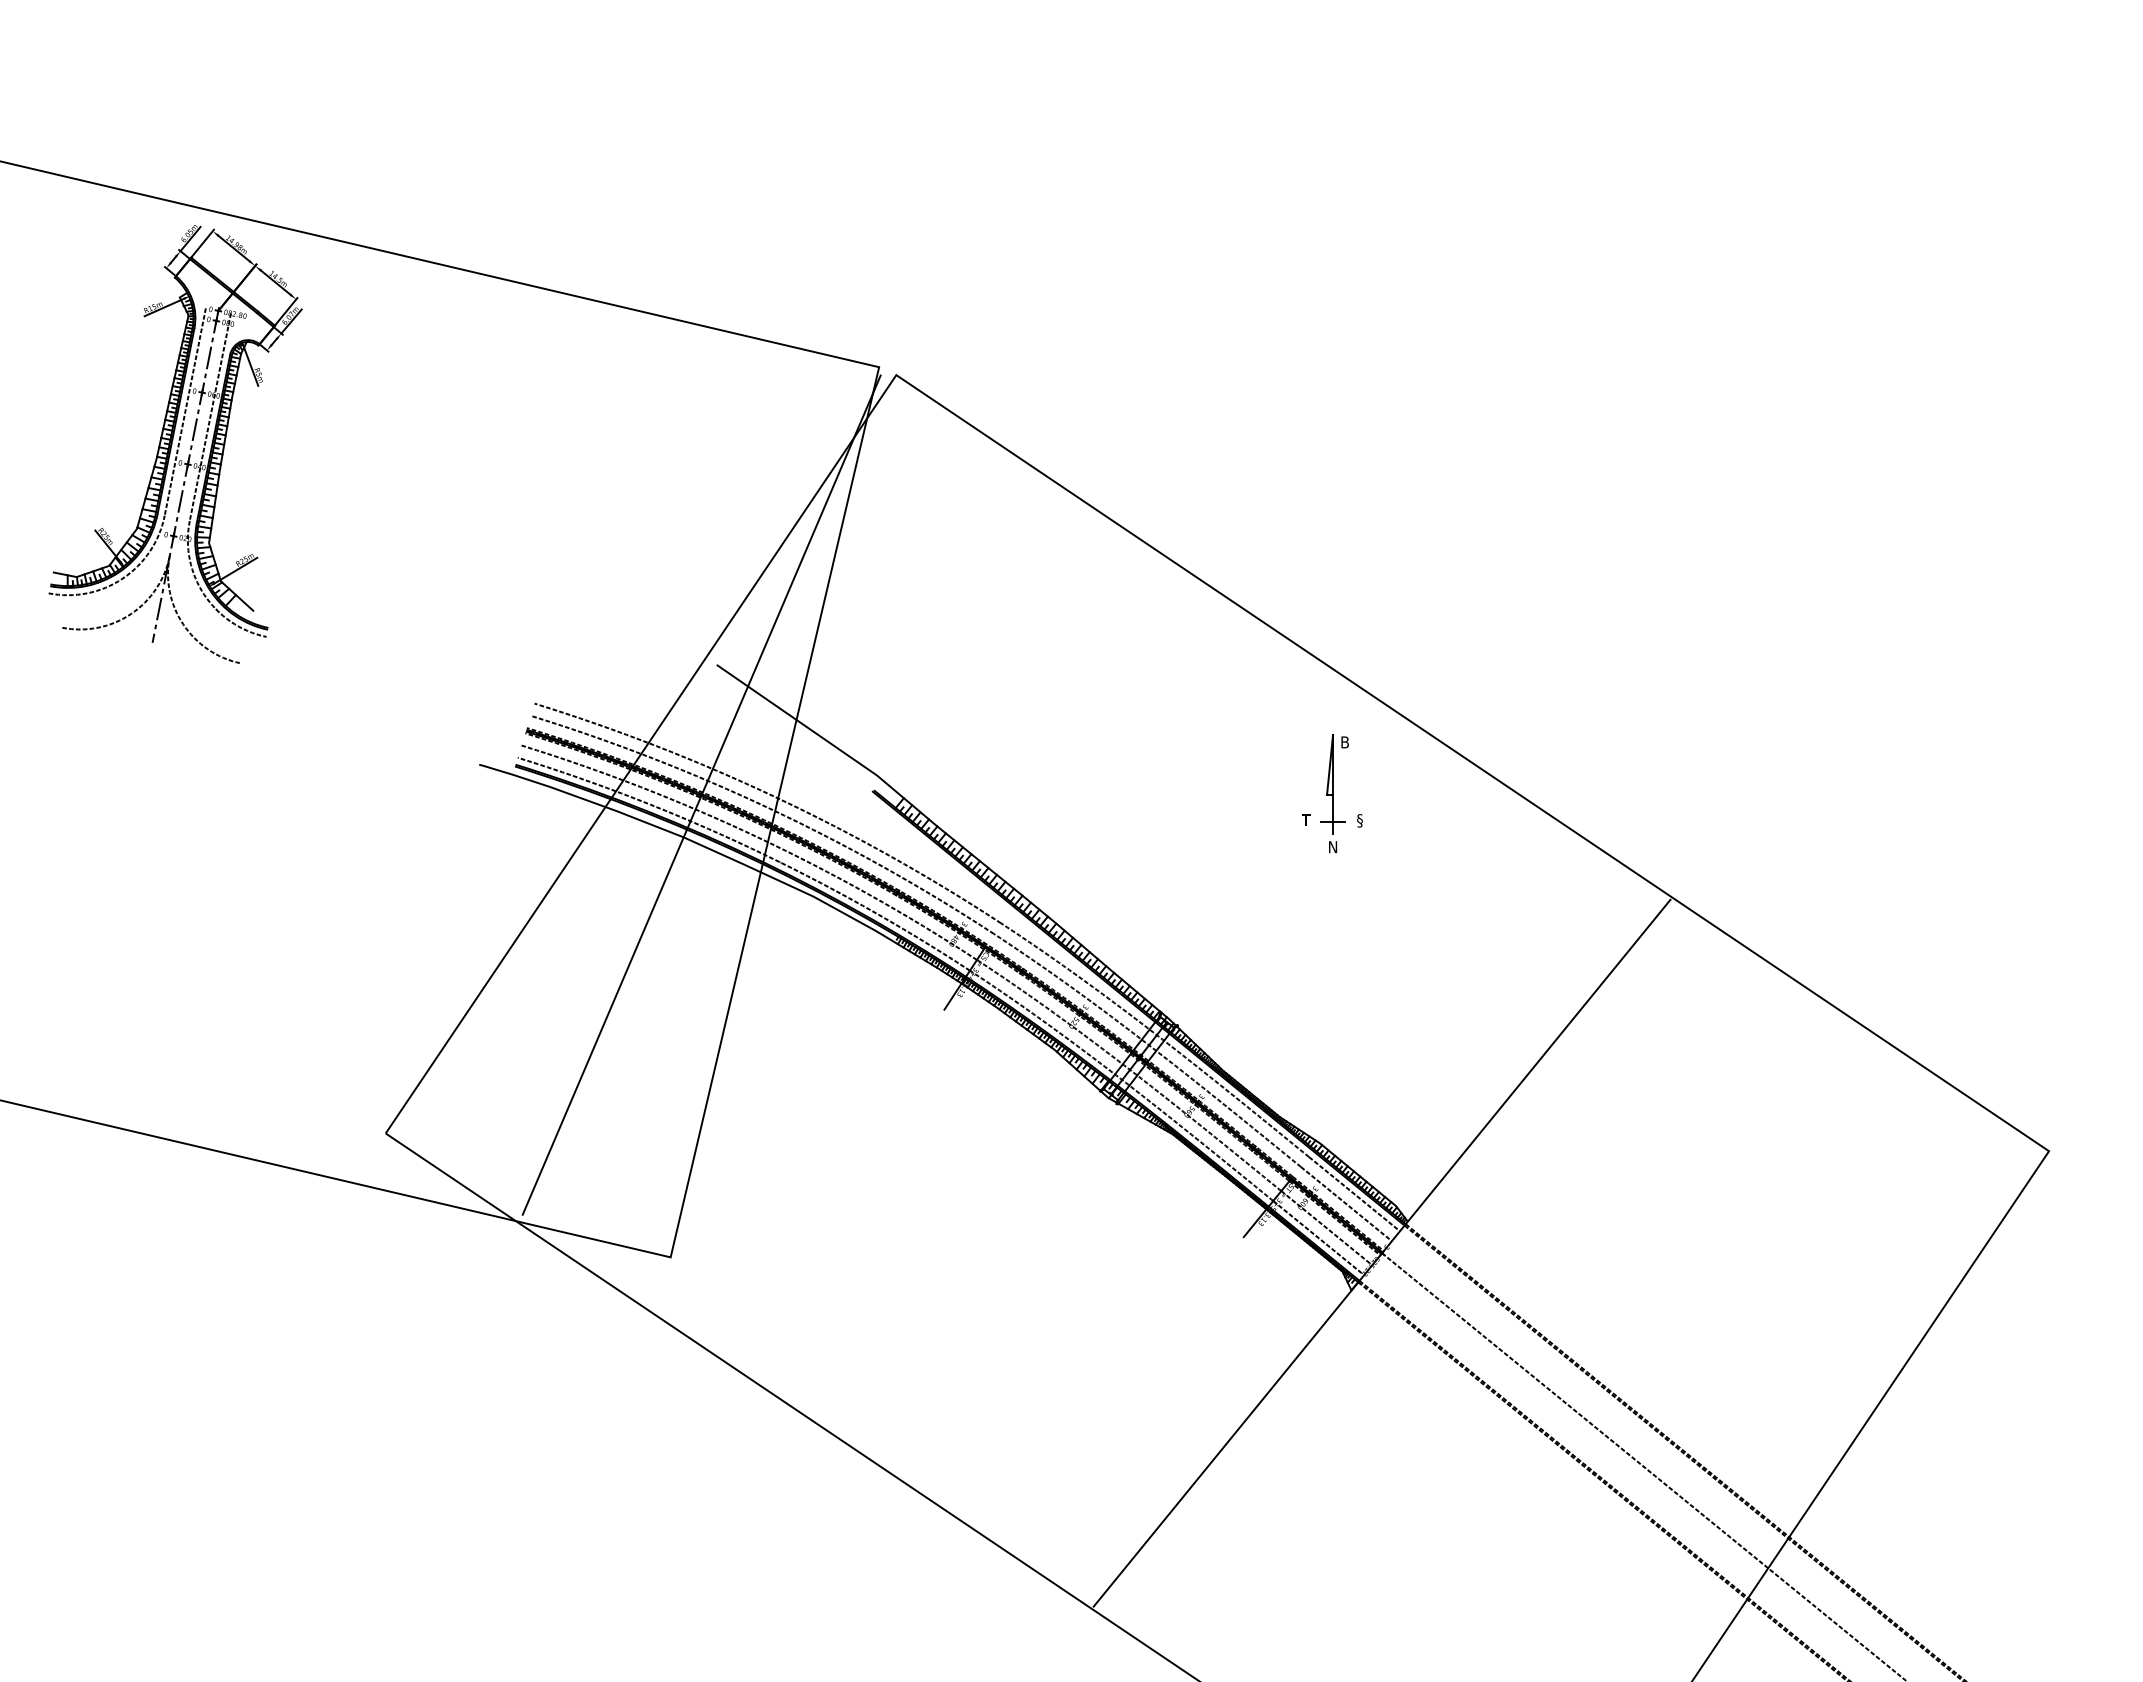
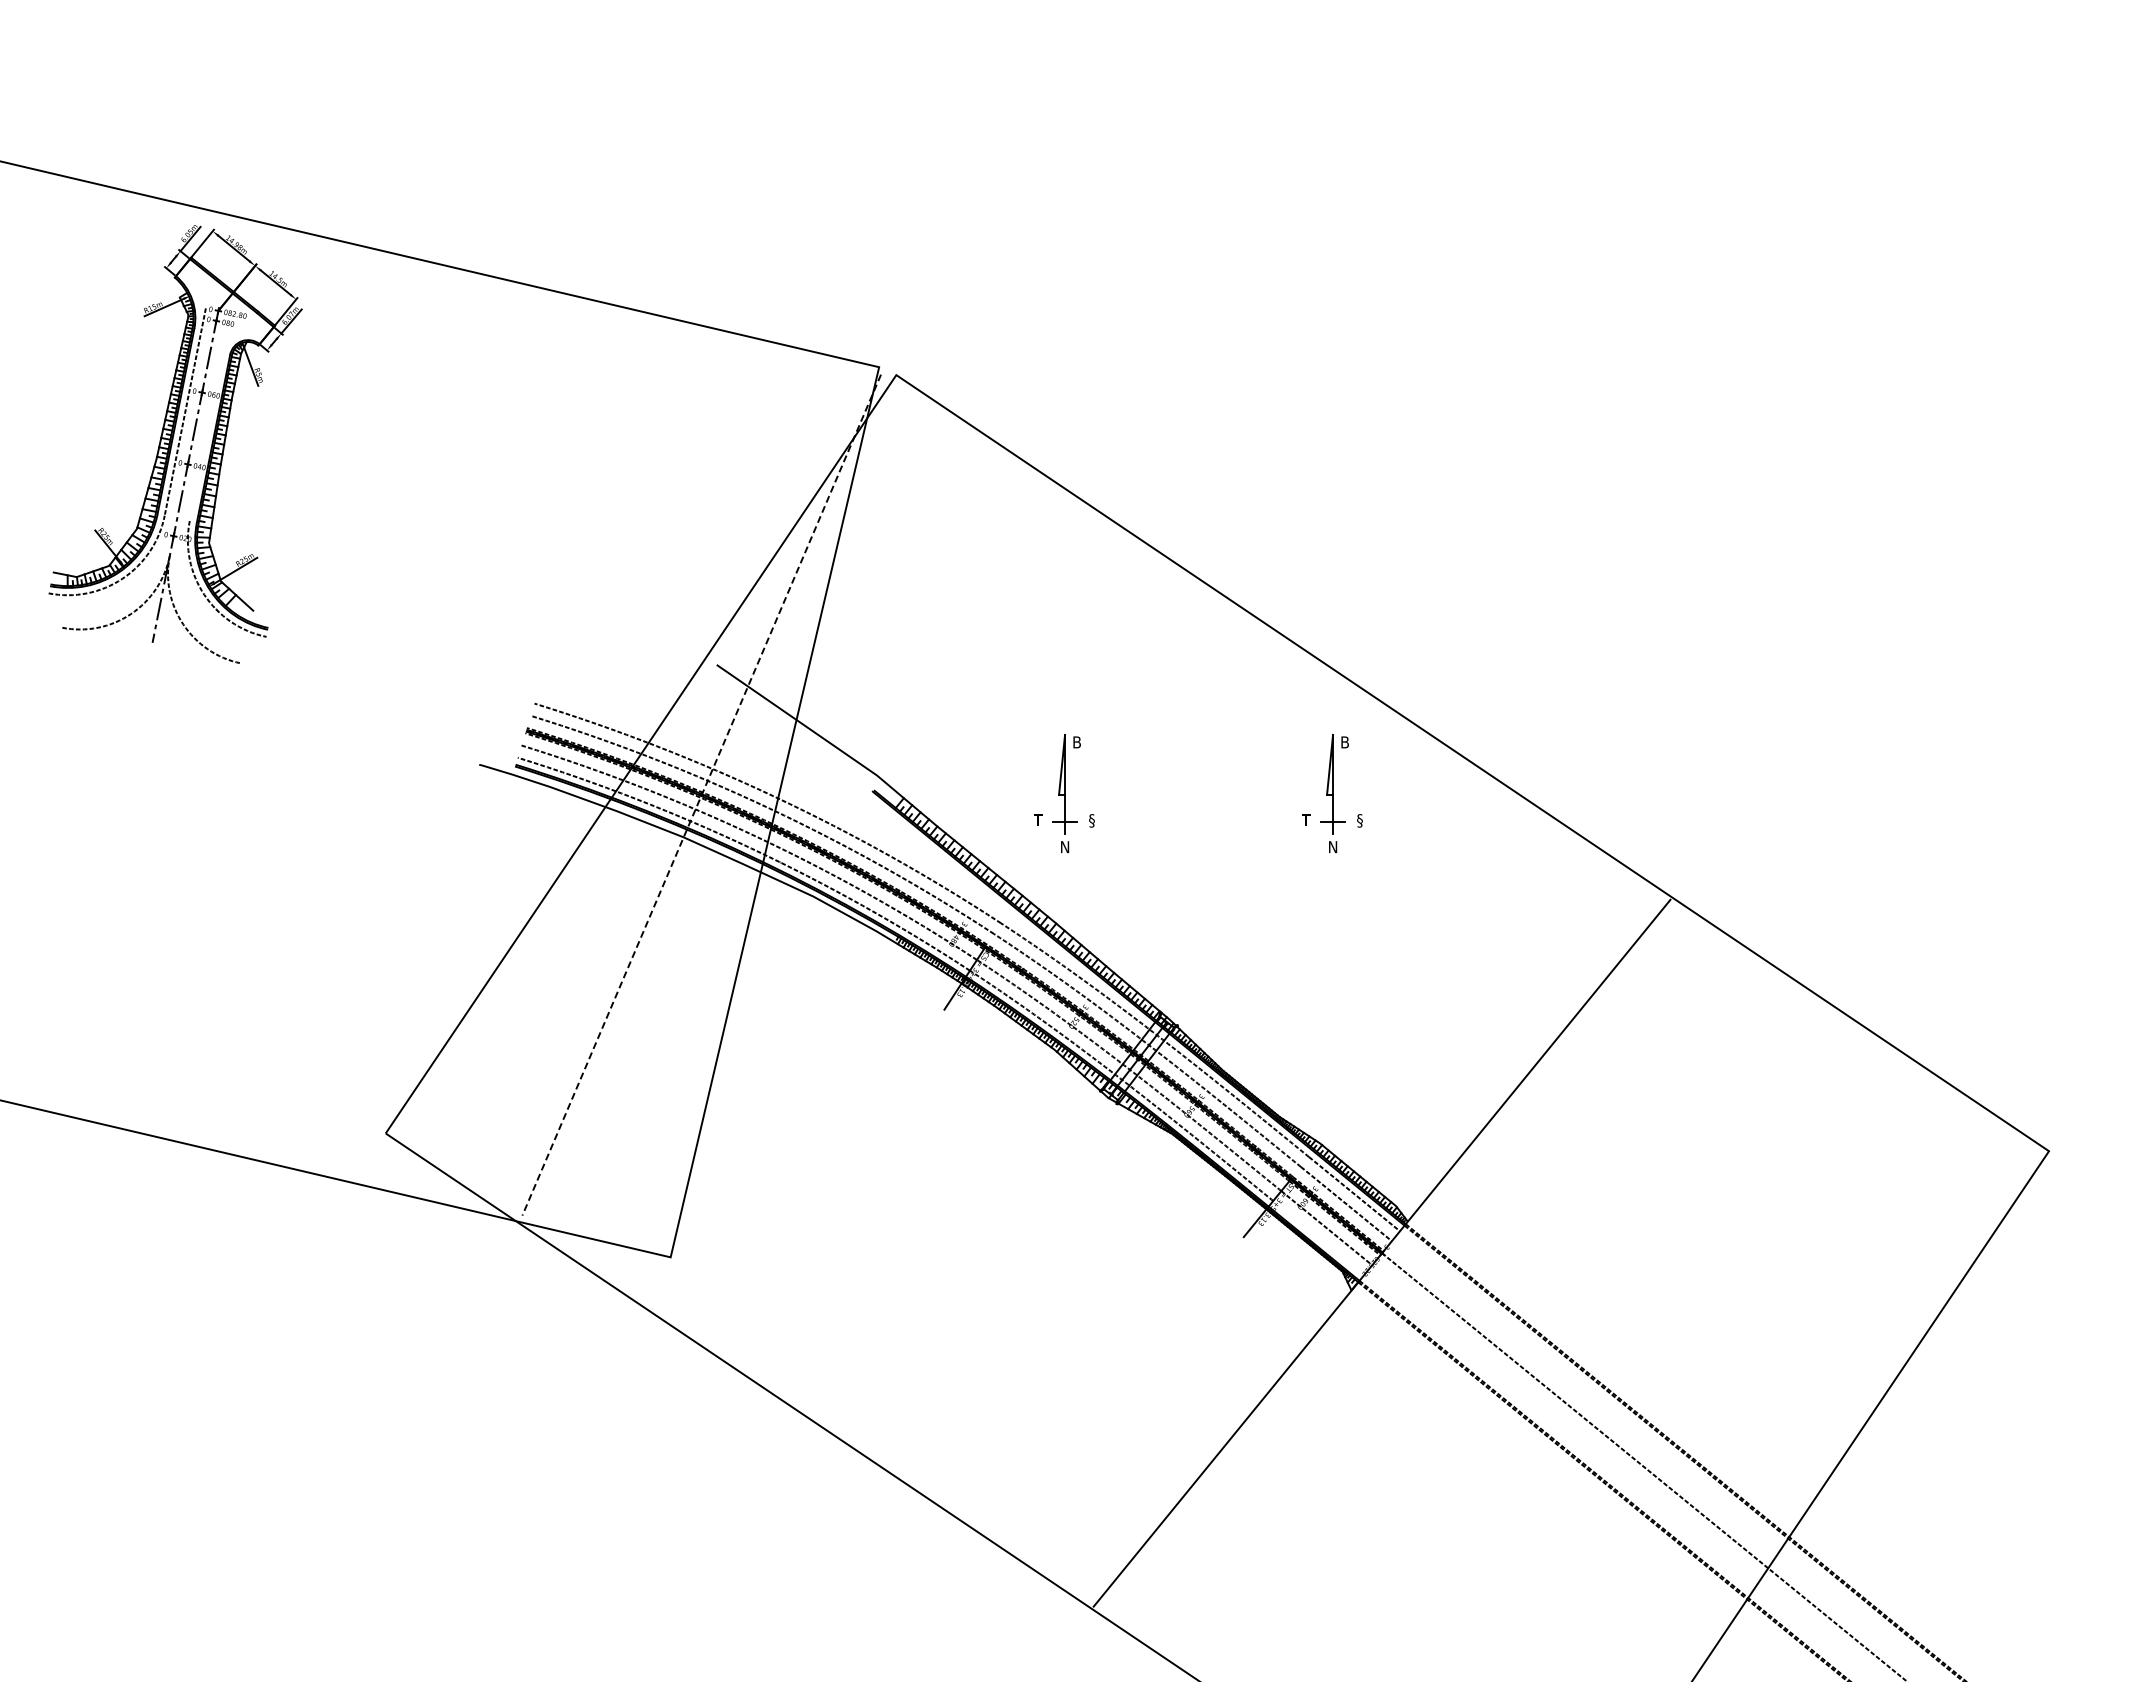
line at (209, 417): present -> none
part at (1064, 793): none -> present
line at (701, 795): solid -> dashed
line at (1318, 1238): present -> none
